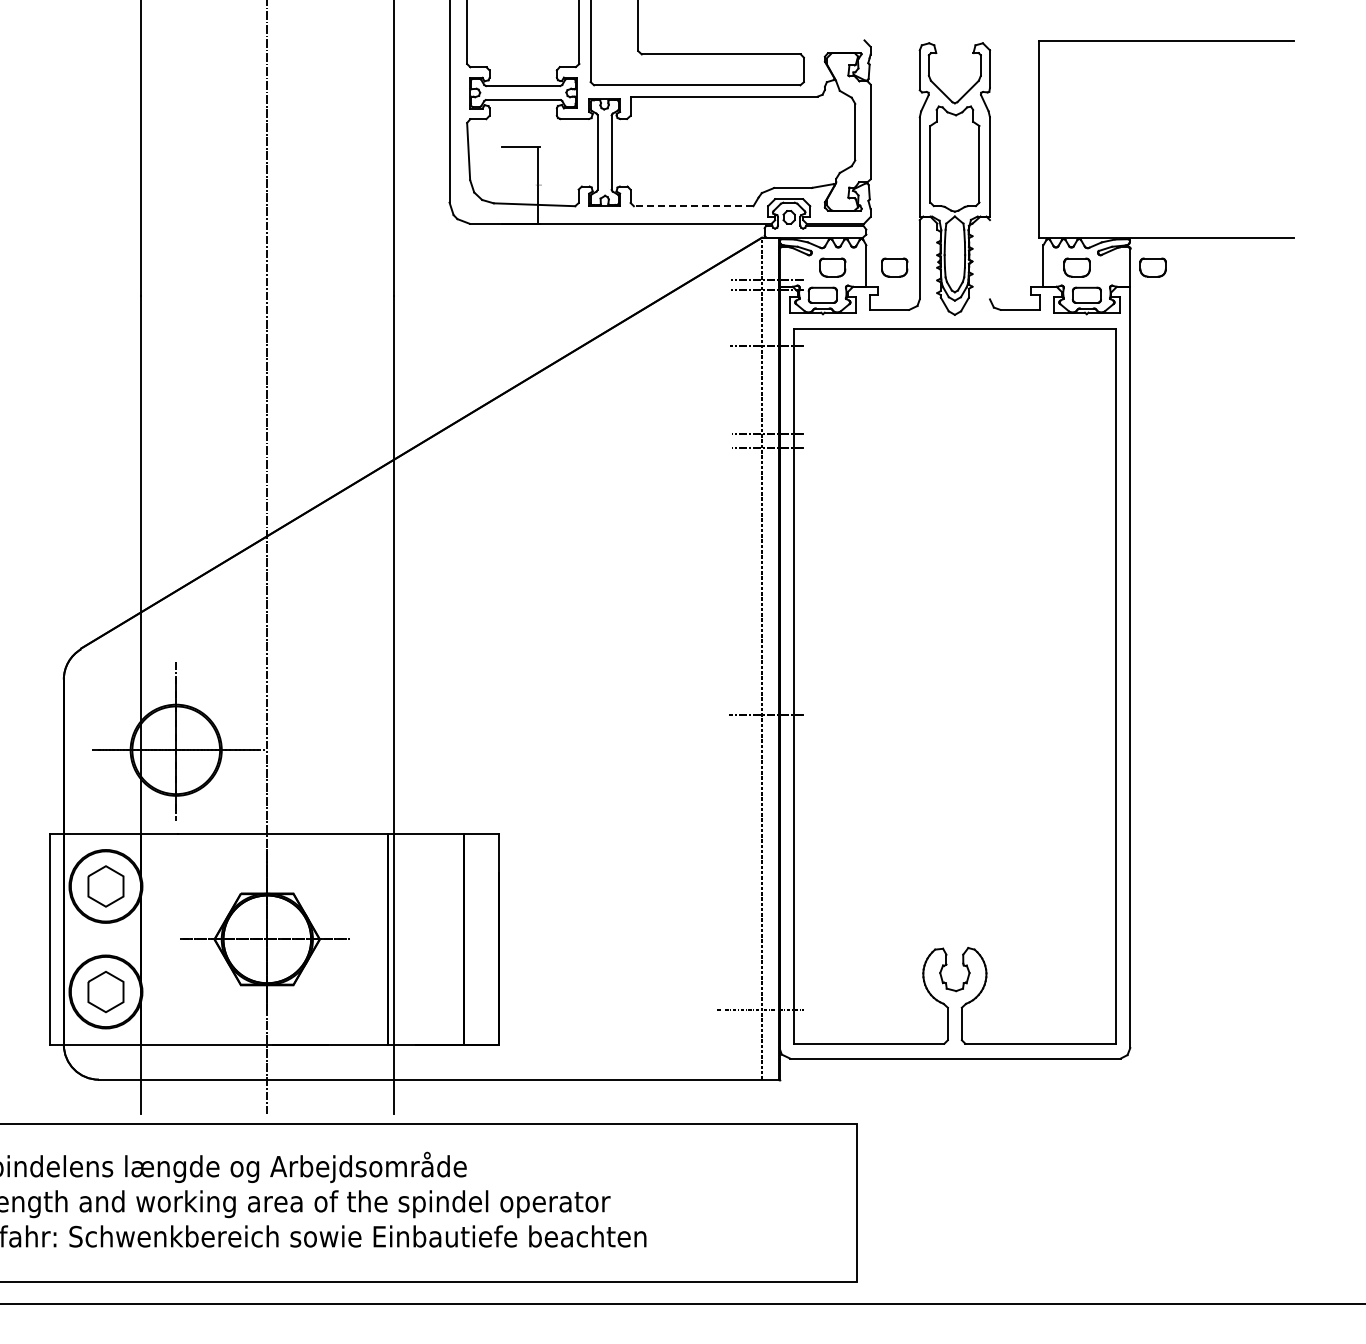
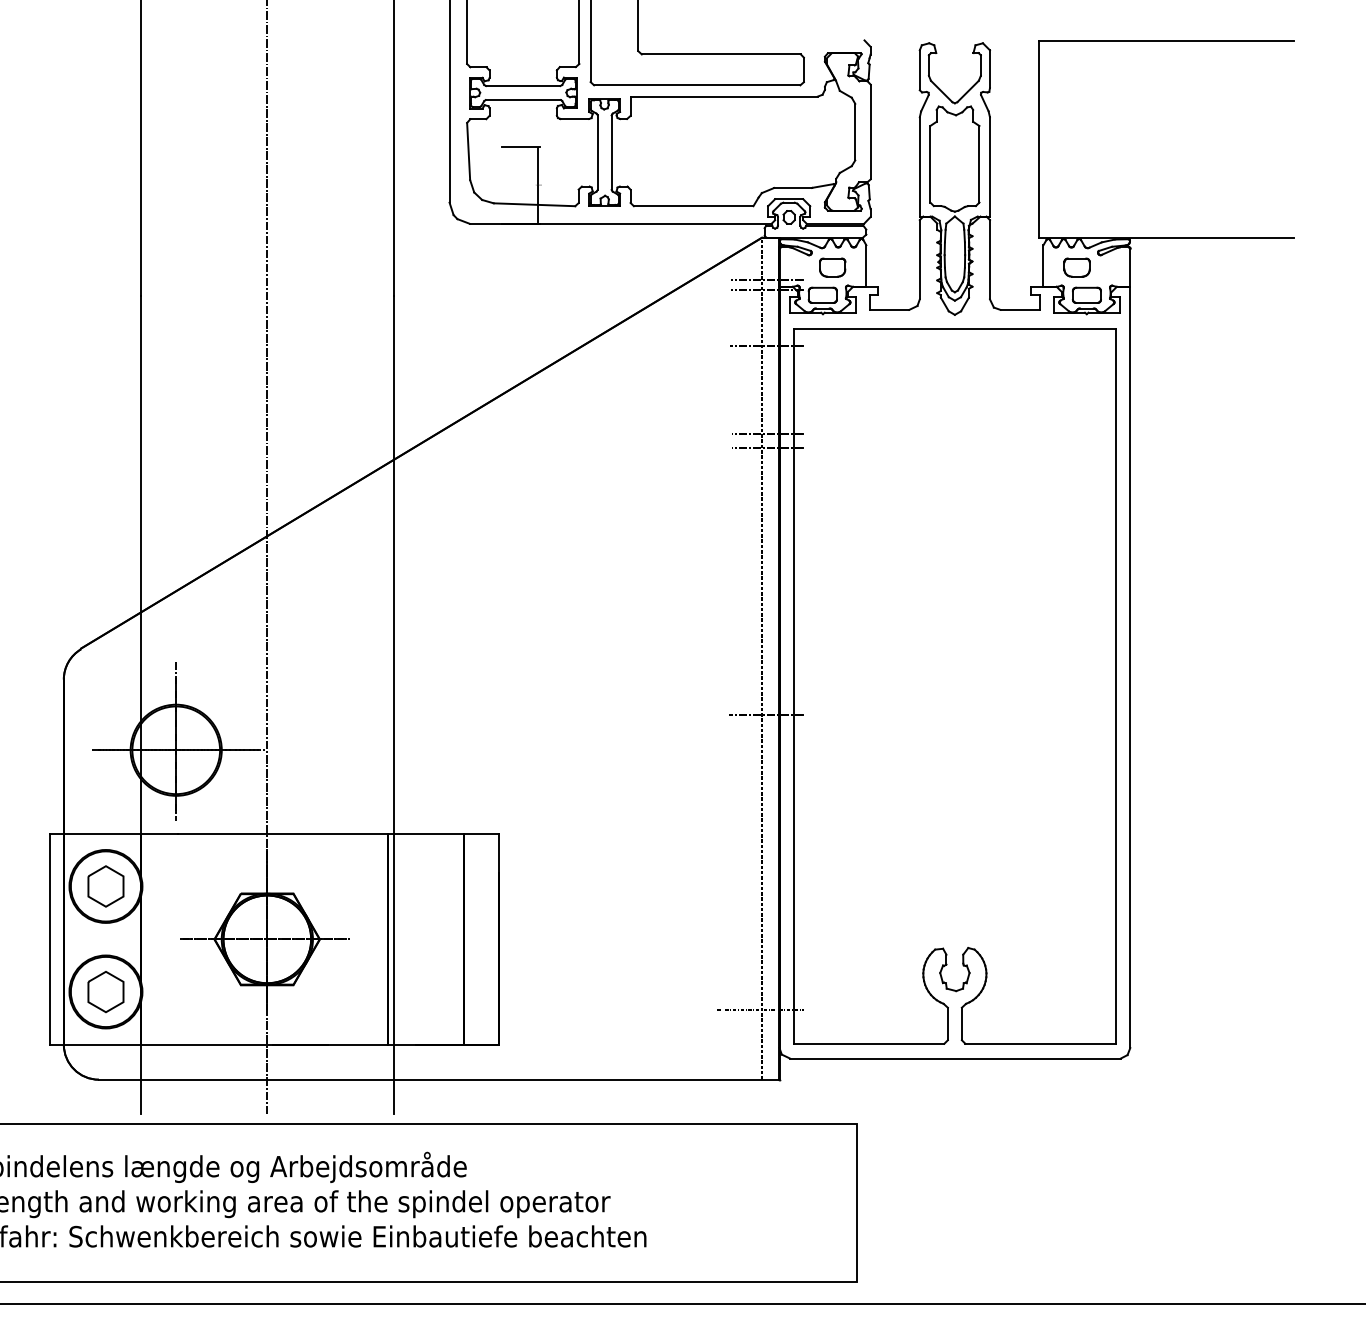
line at (693, 206): dashed -> solid
line at (989, 259): none -> present
part at (894, 267): present -> none
part at (1152, 267): present -> none
